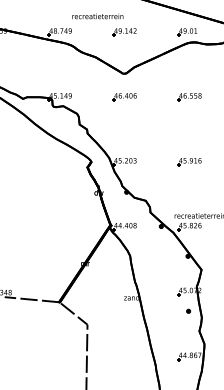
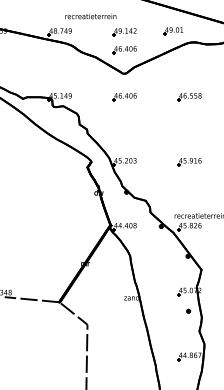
text at (97, 16) position: (97, 16) -> (90, 16)
part at (187, 32) position: (187, 32) -> (173, 31)
part at (124, 50): none -> present
